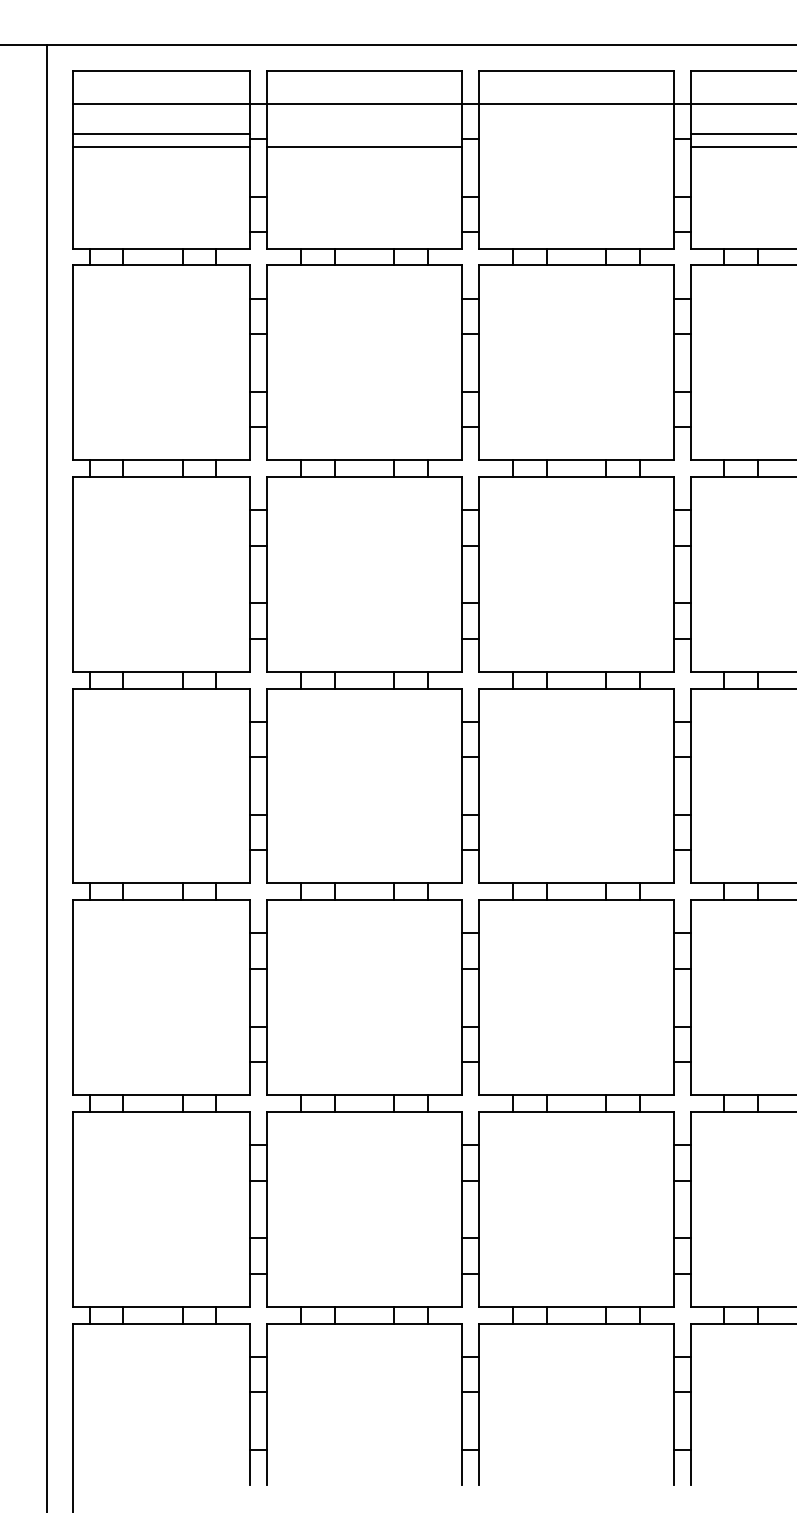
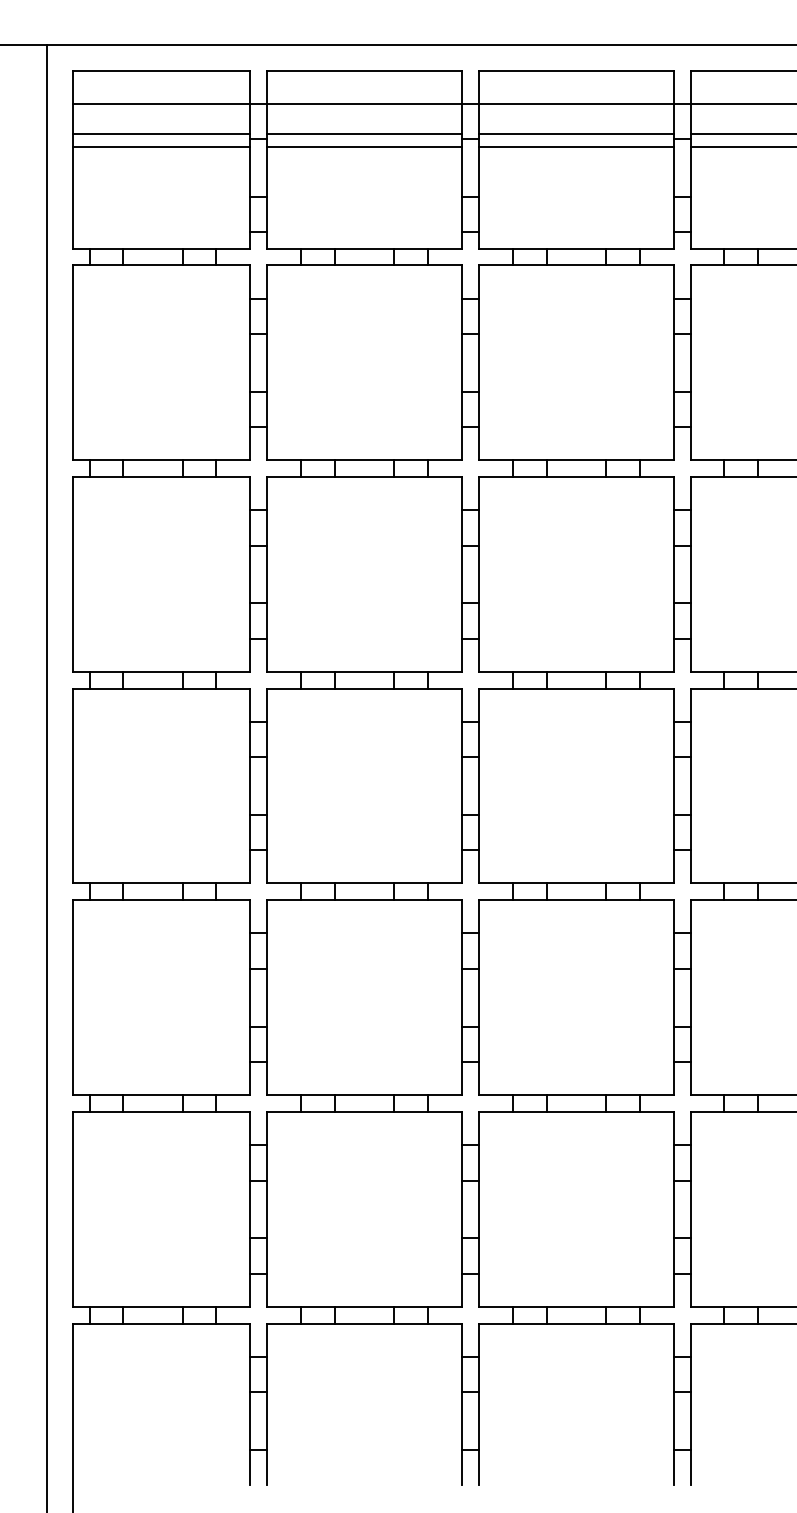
line at (364, 134): none -> present
line at (575, 134): none -> present
line at (575, 147): none -> present
